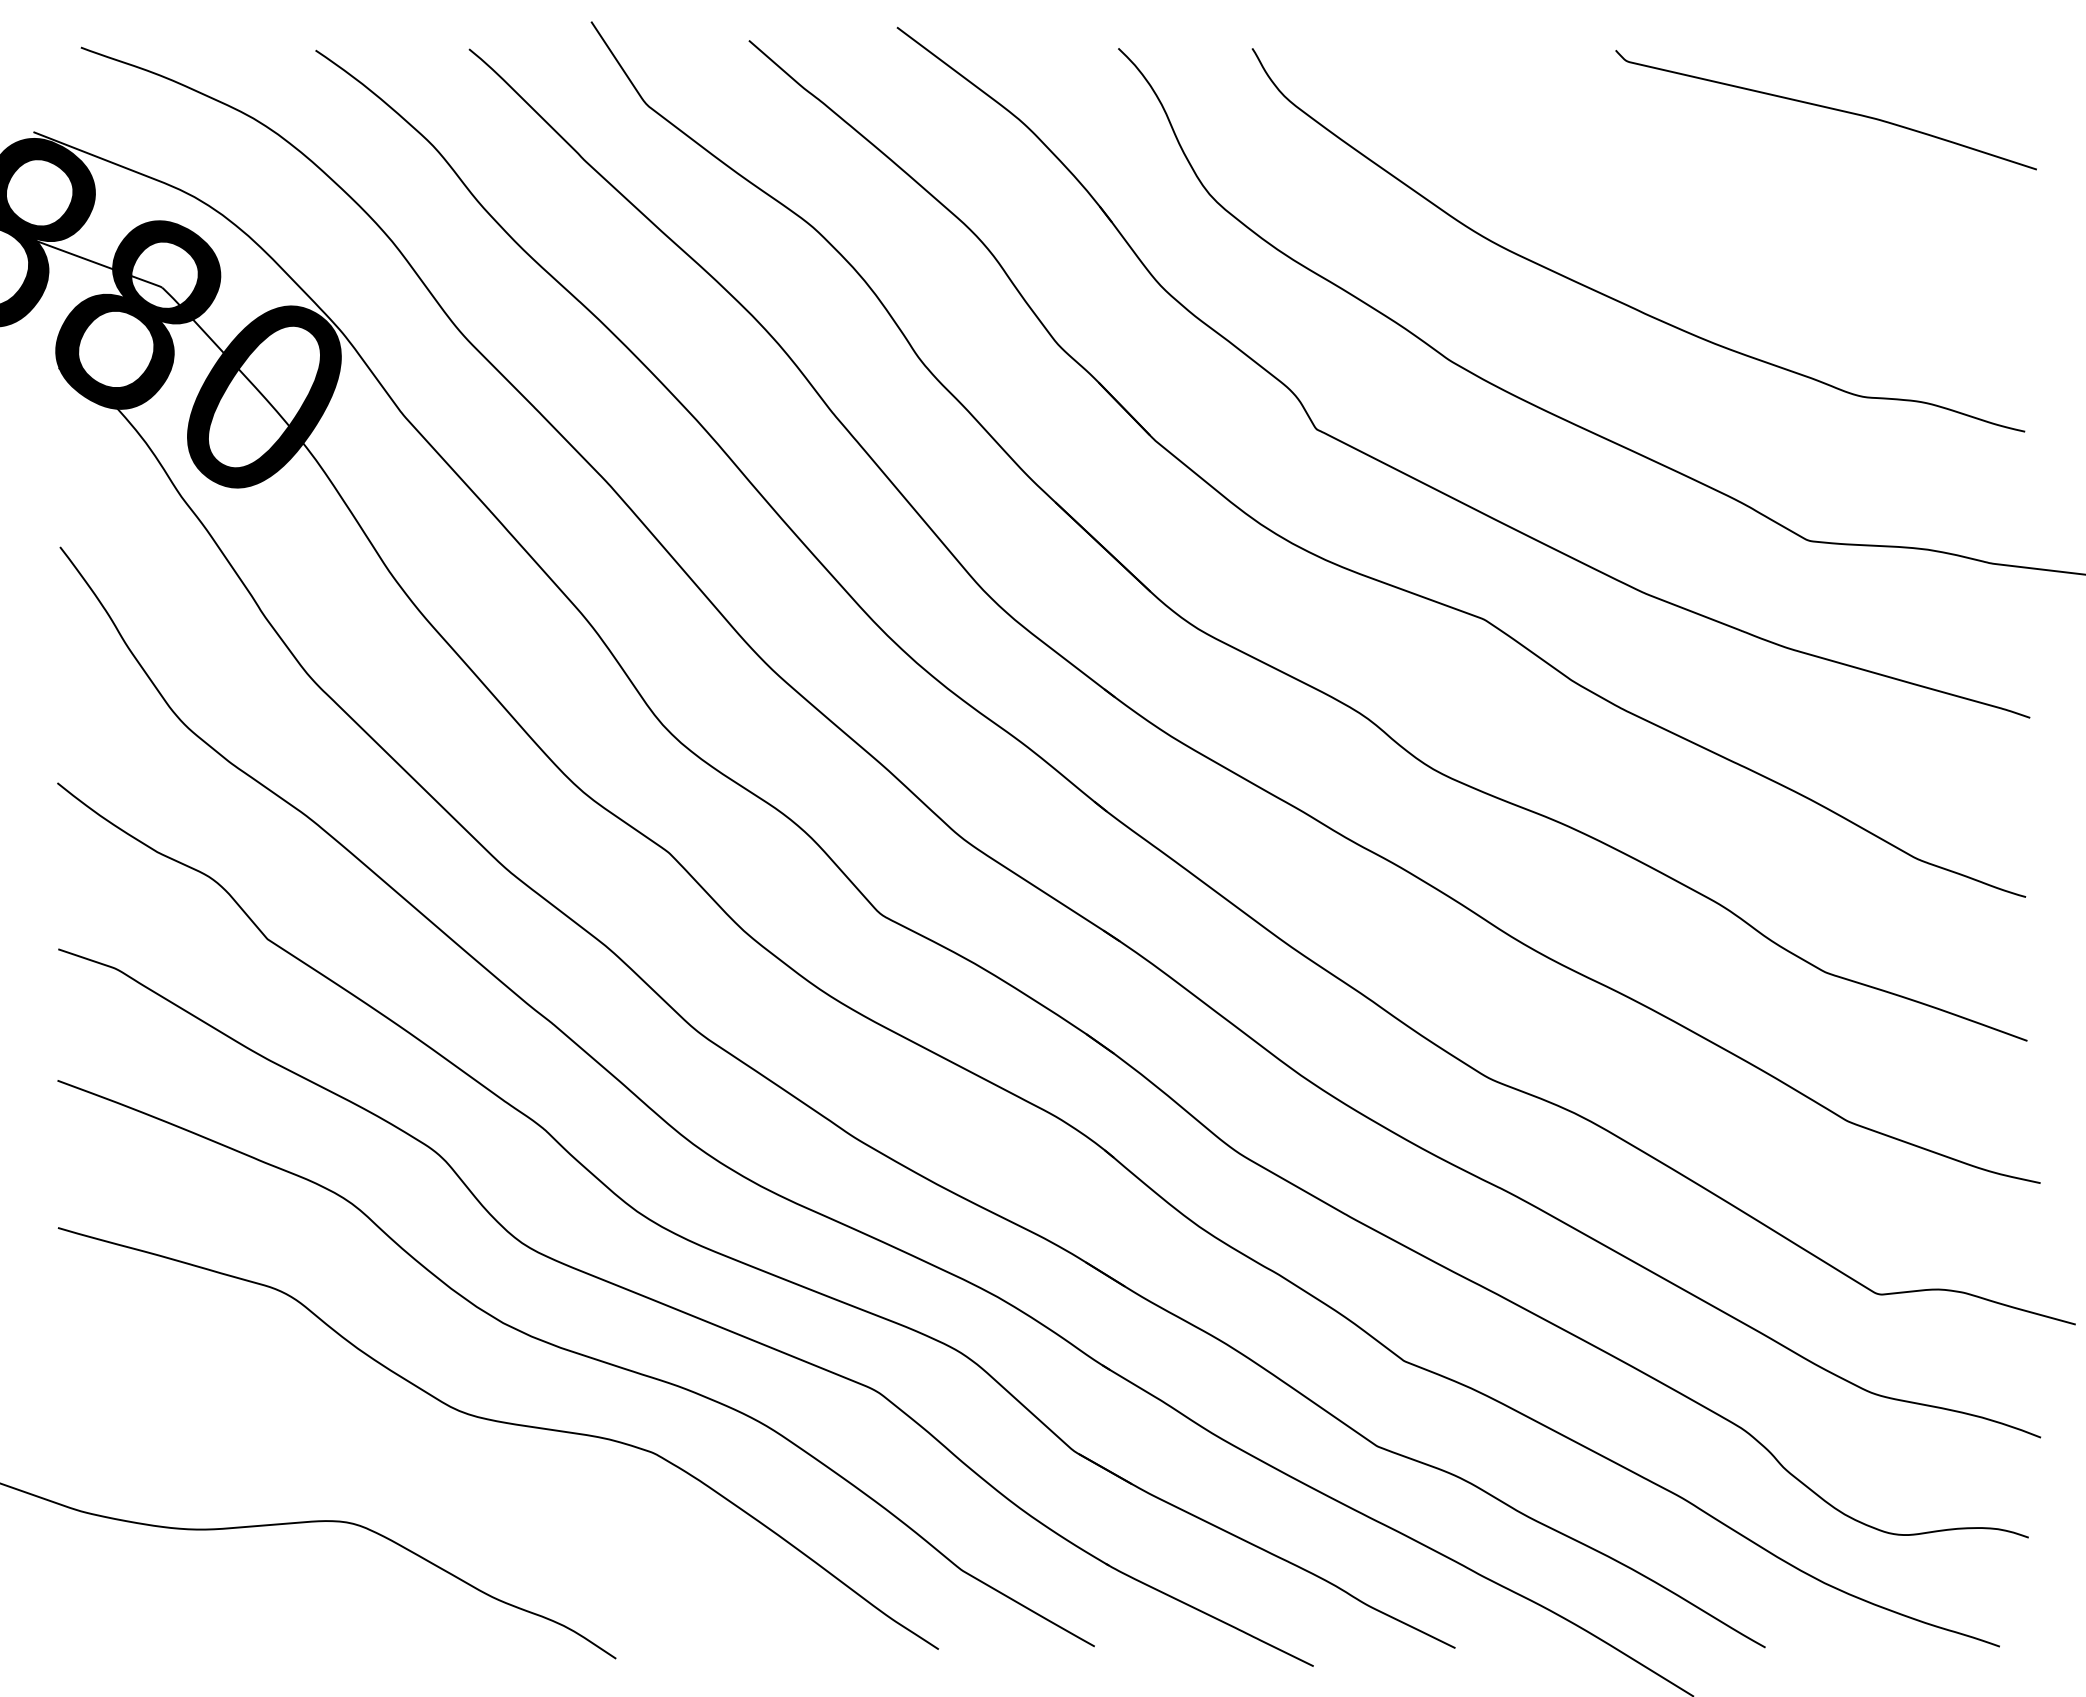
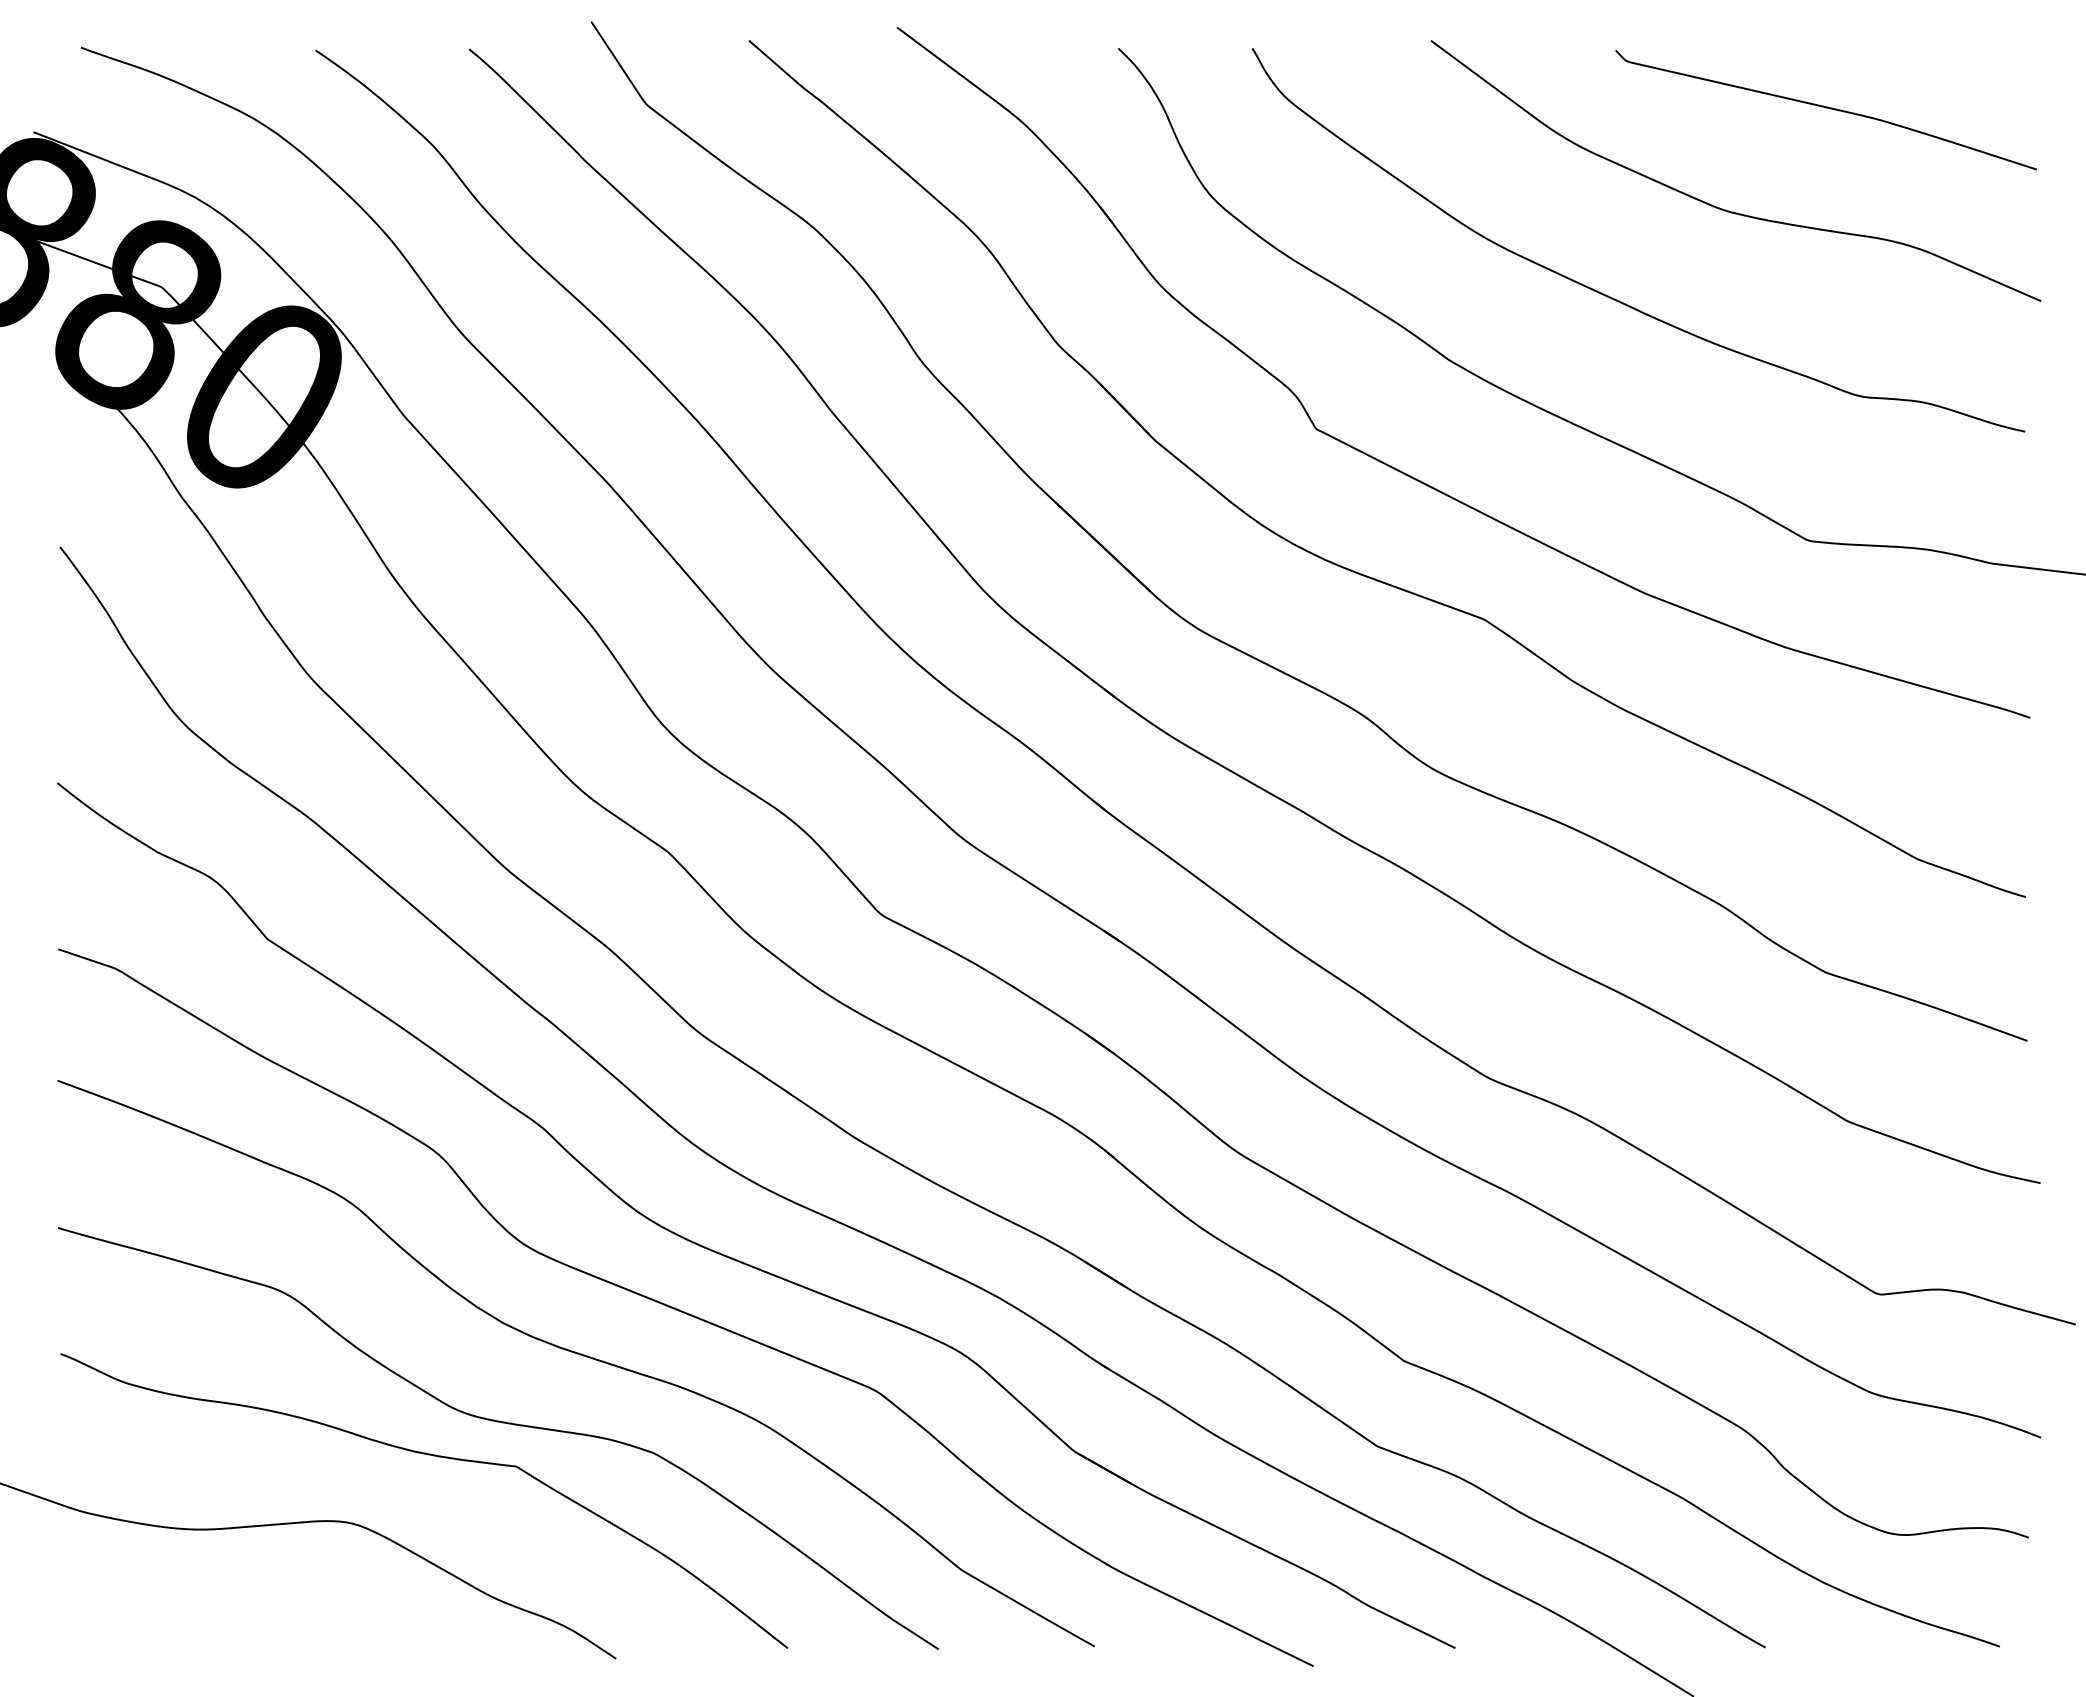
curve at (1722, 208): none -> present
curve at (433, 1456): none -> present
